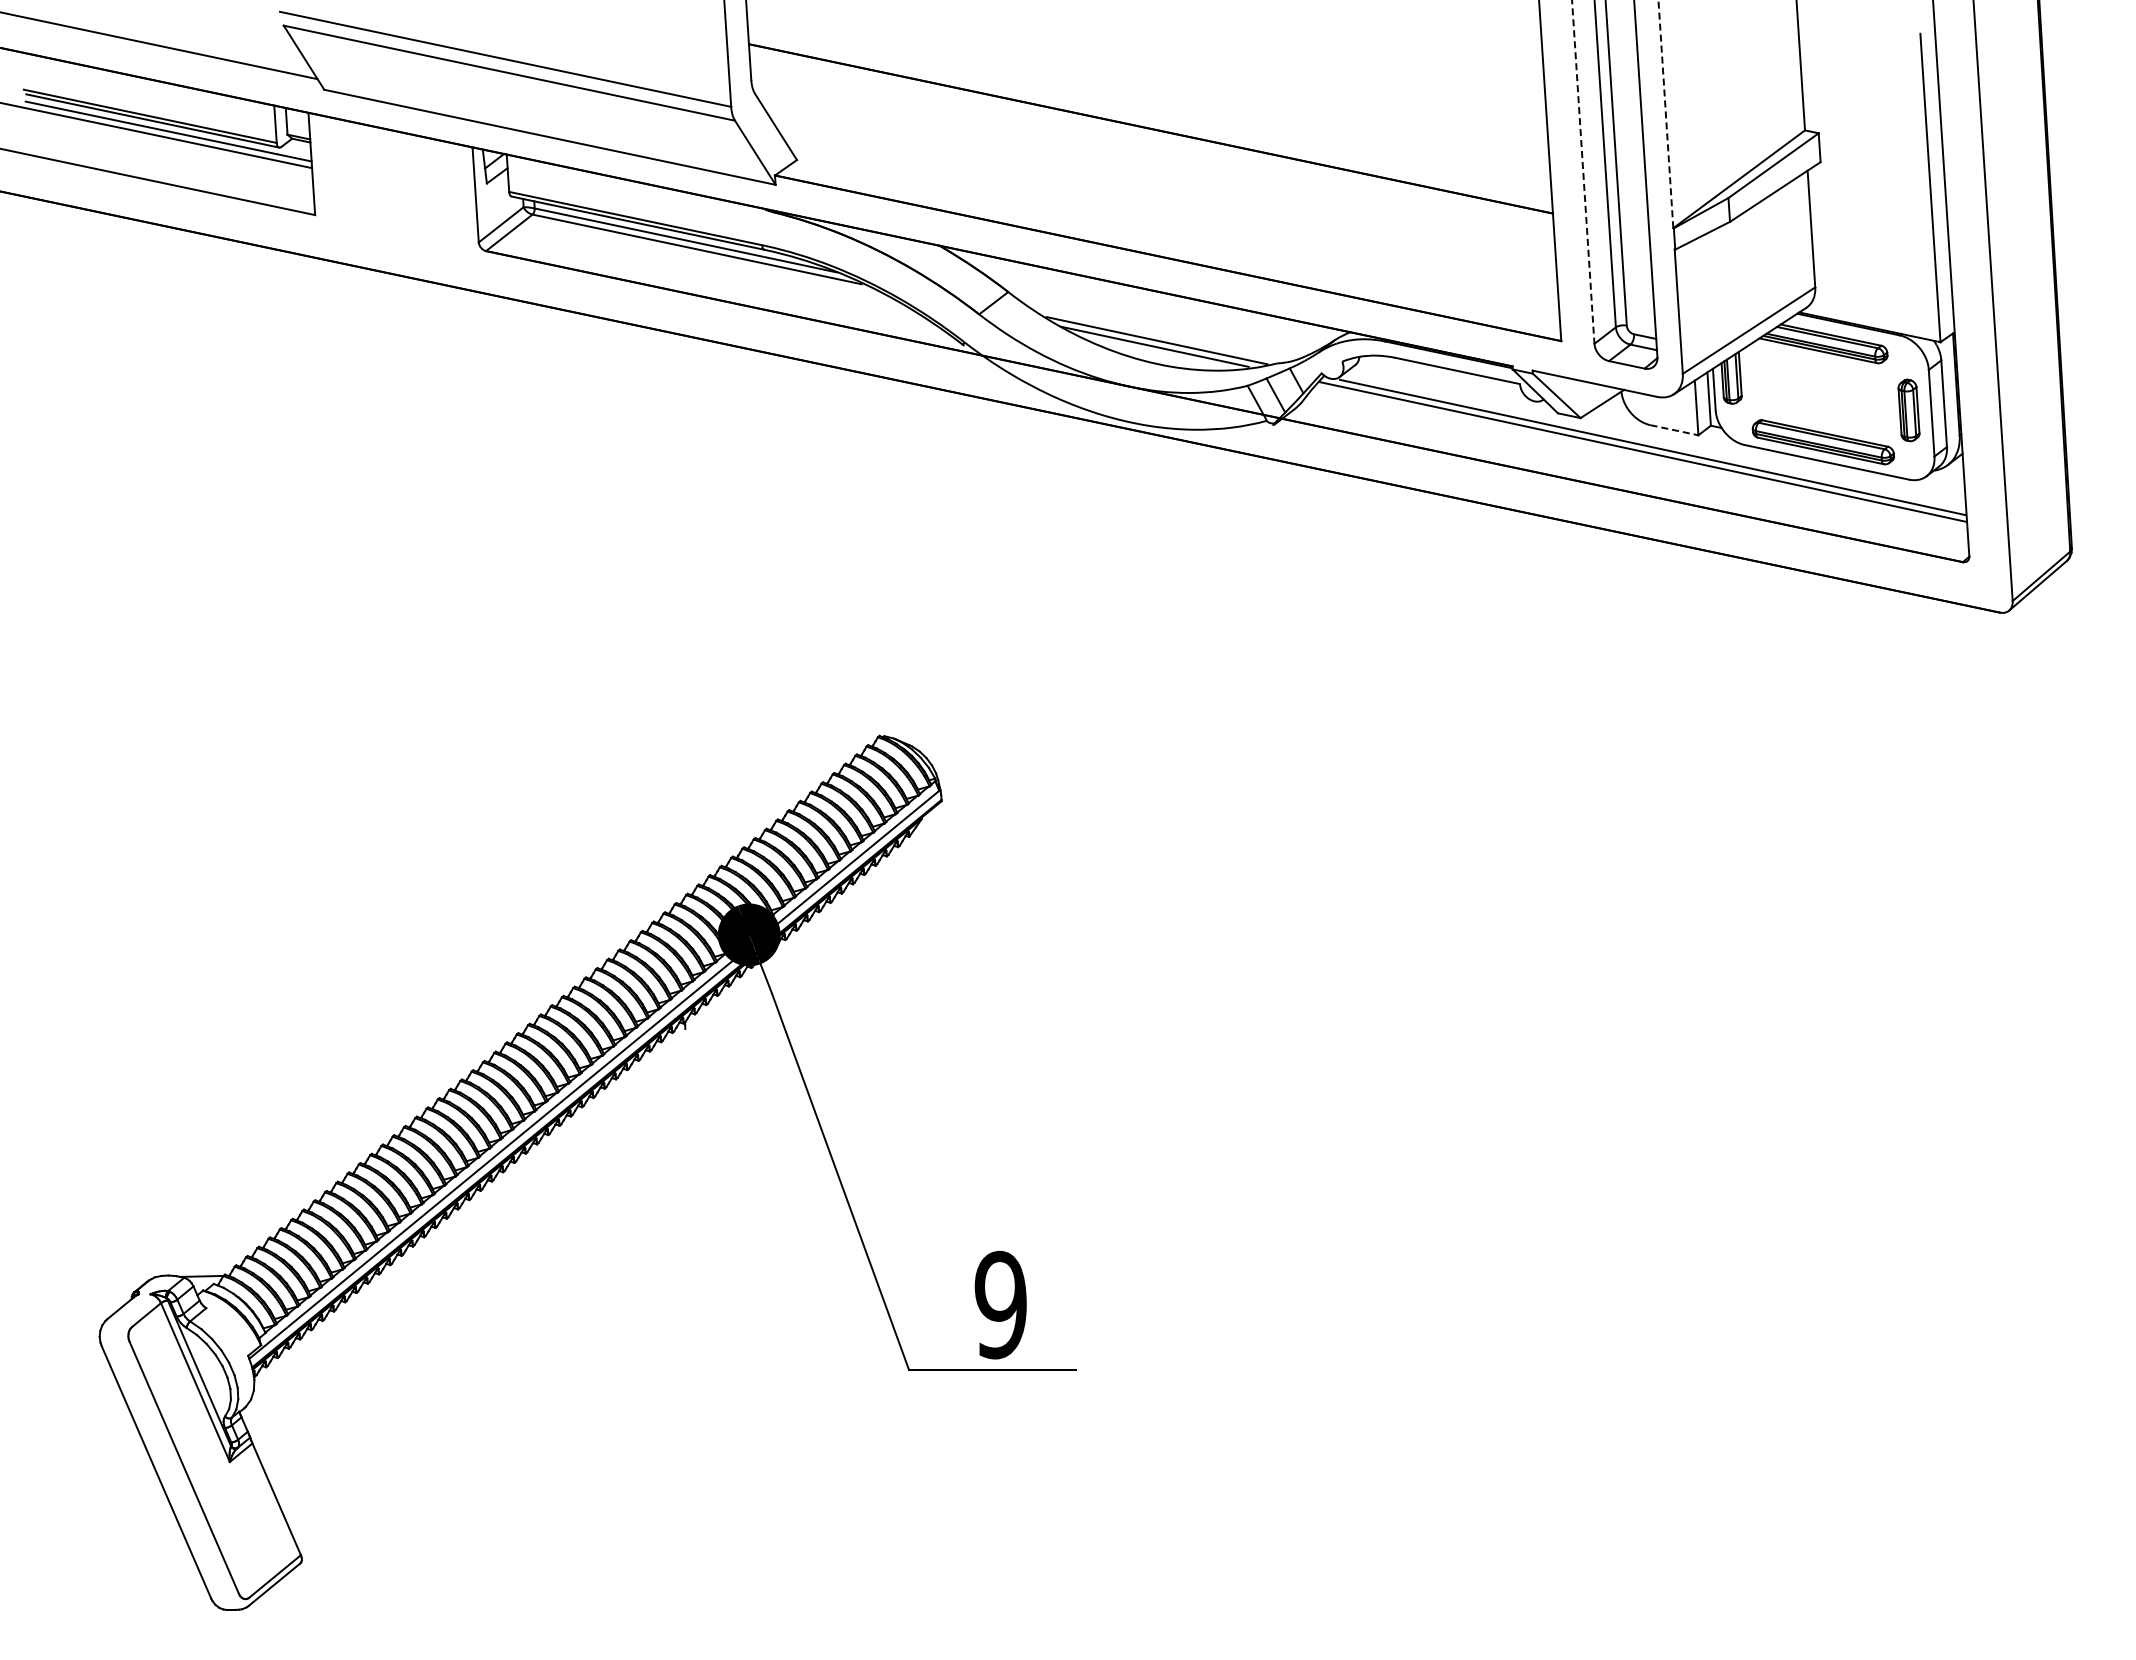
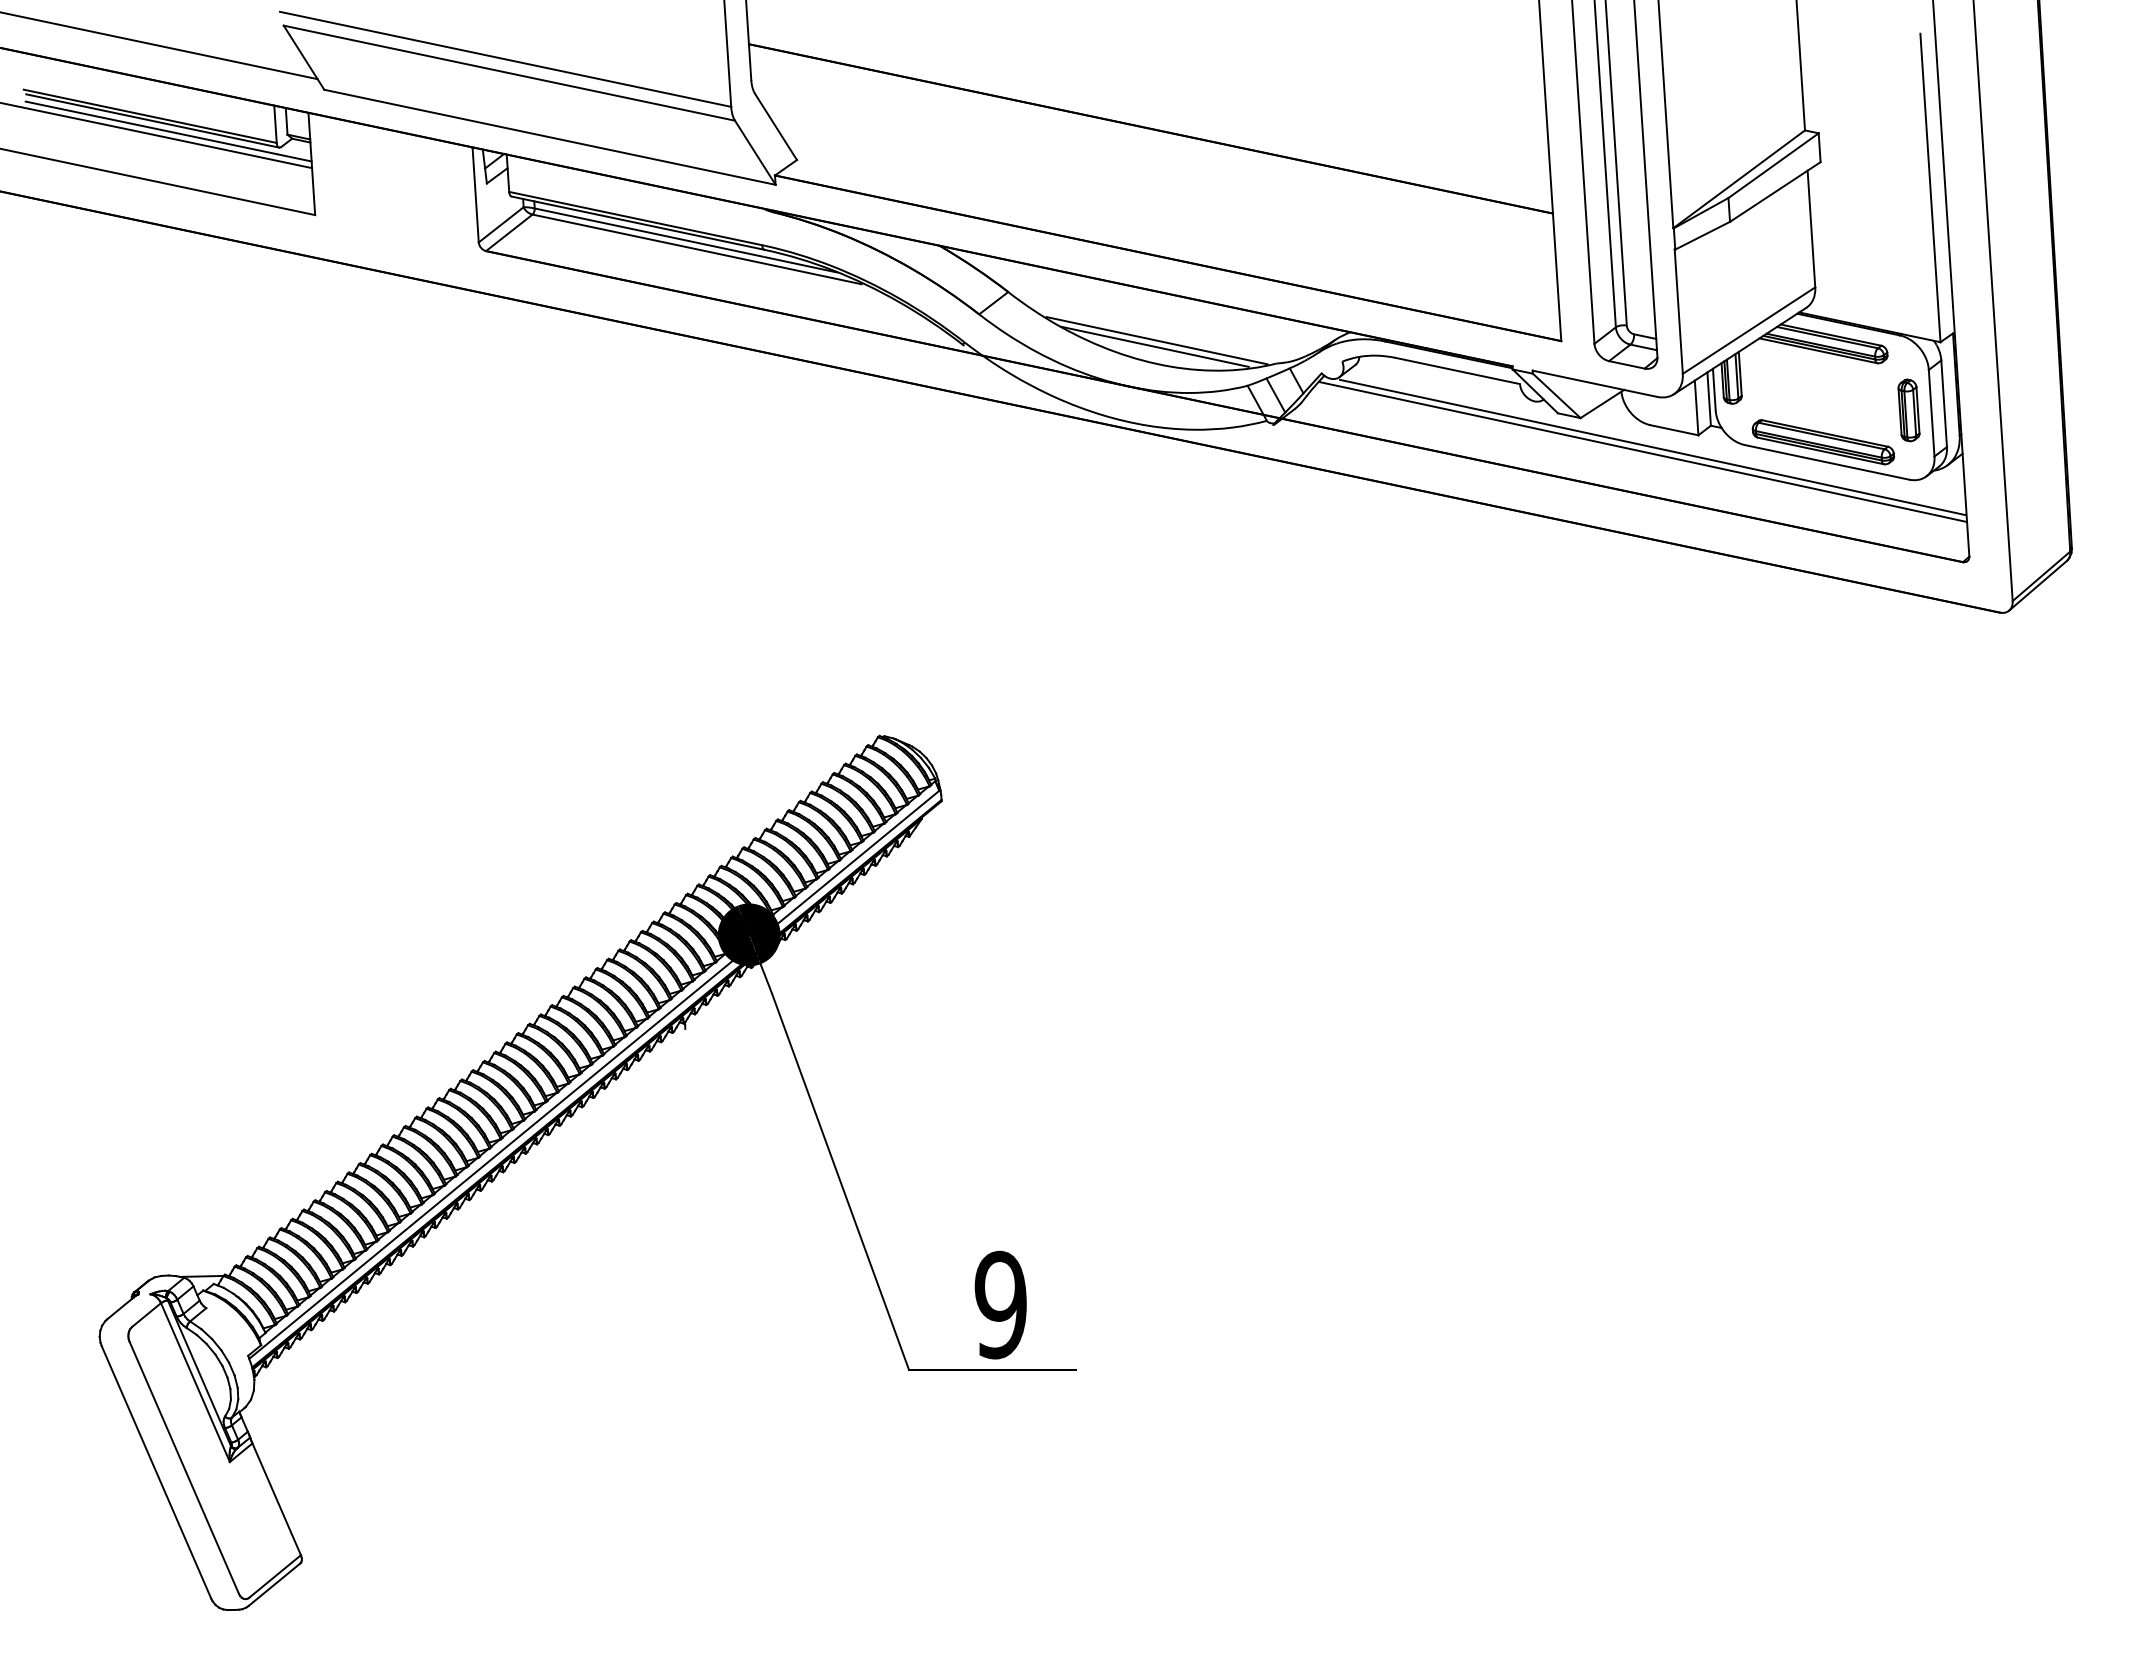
line at (1665, 114): dashed -> solid
line at (1583, 172): dashed -> solid
line at (1674, 430): dashed -> solid
